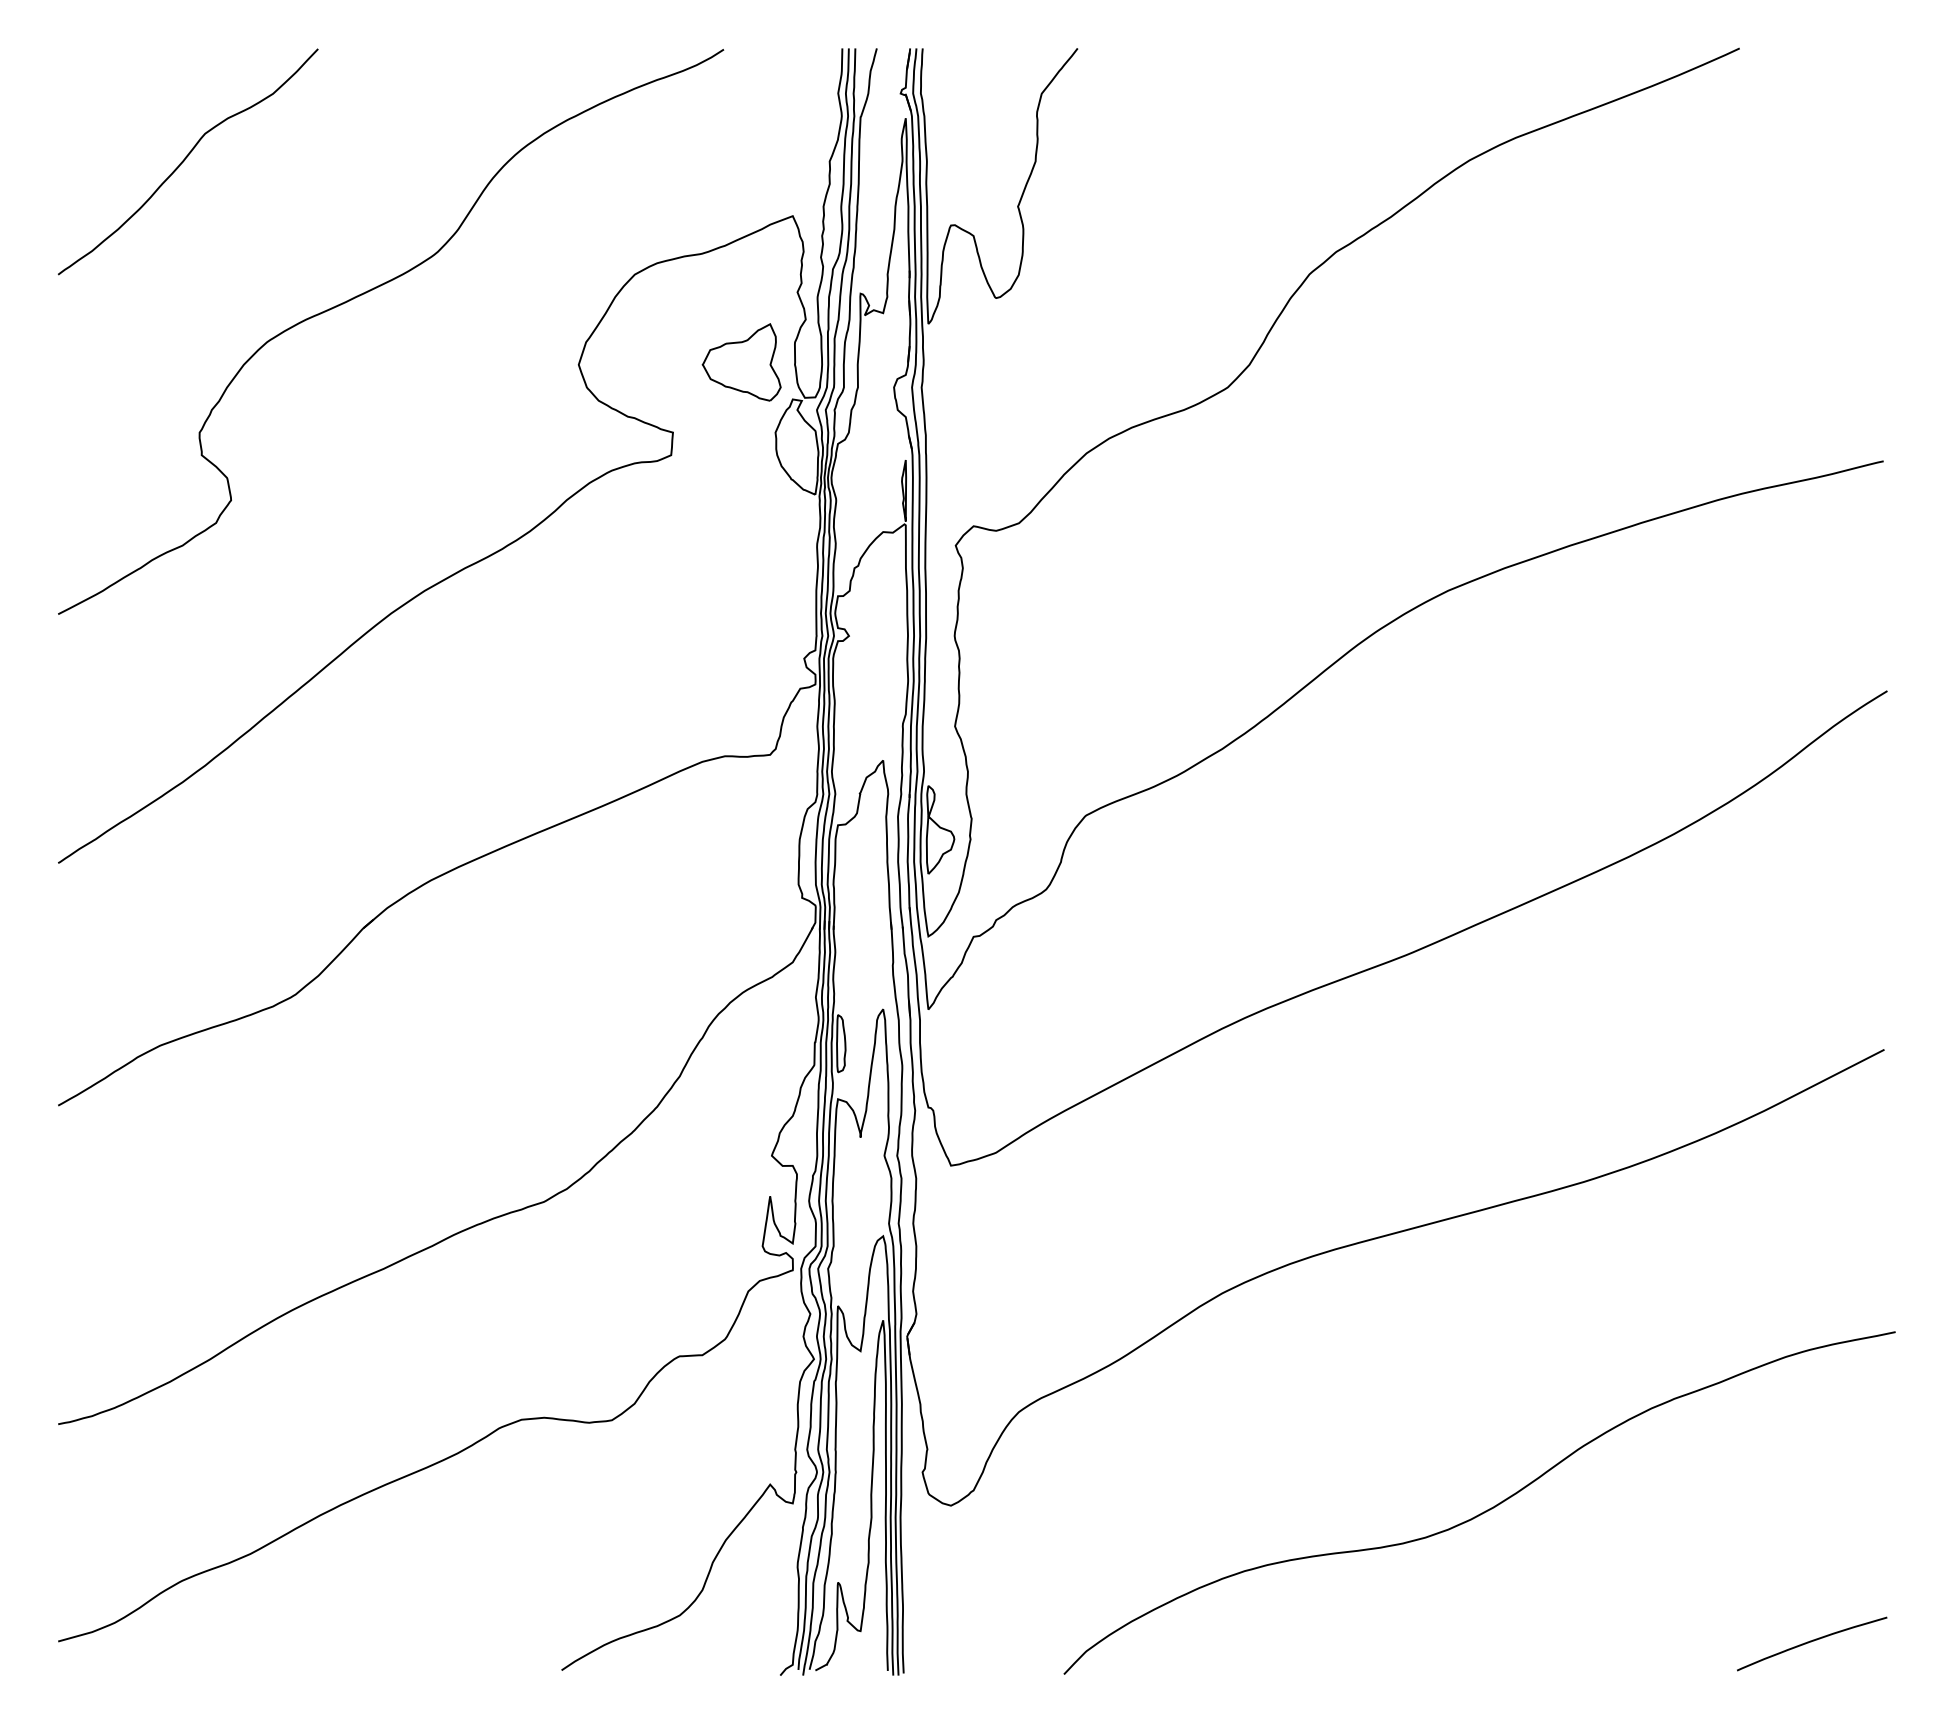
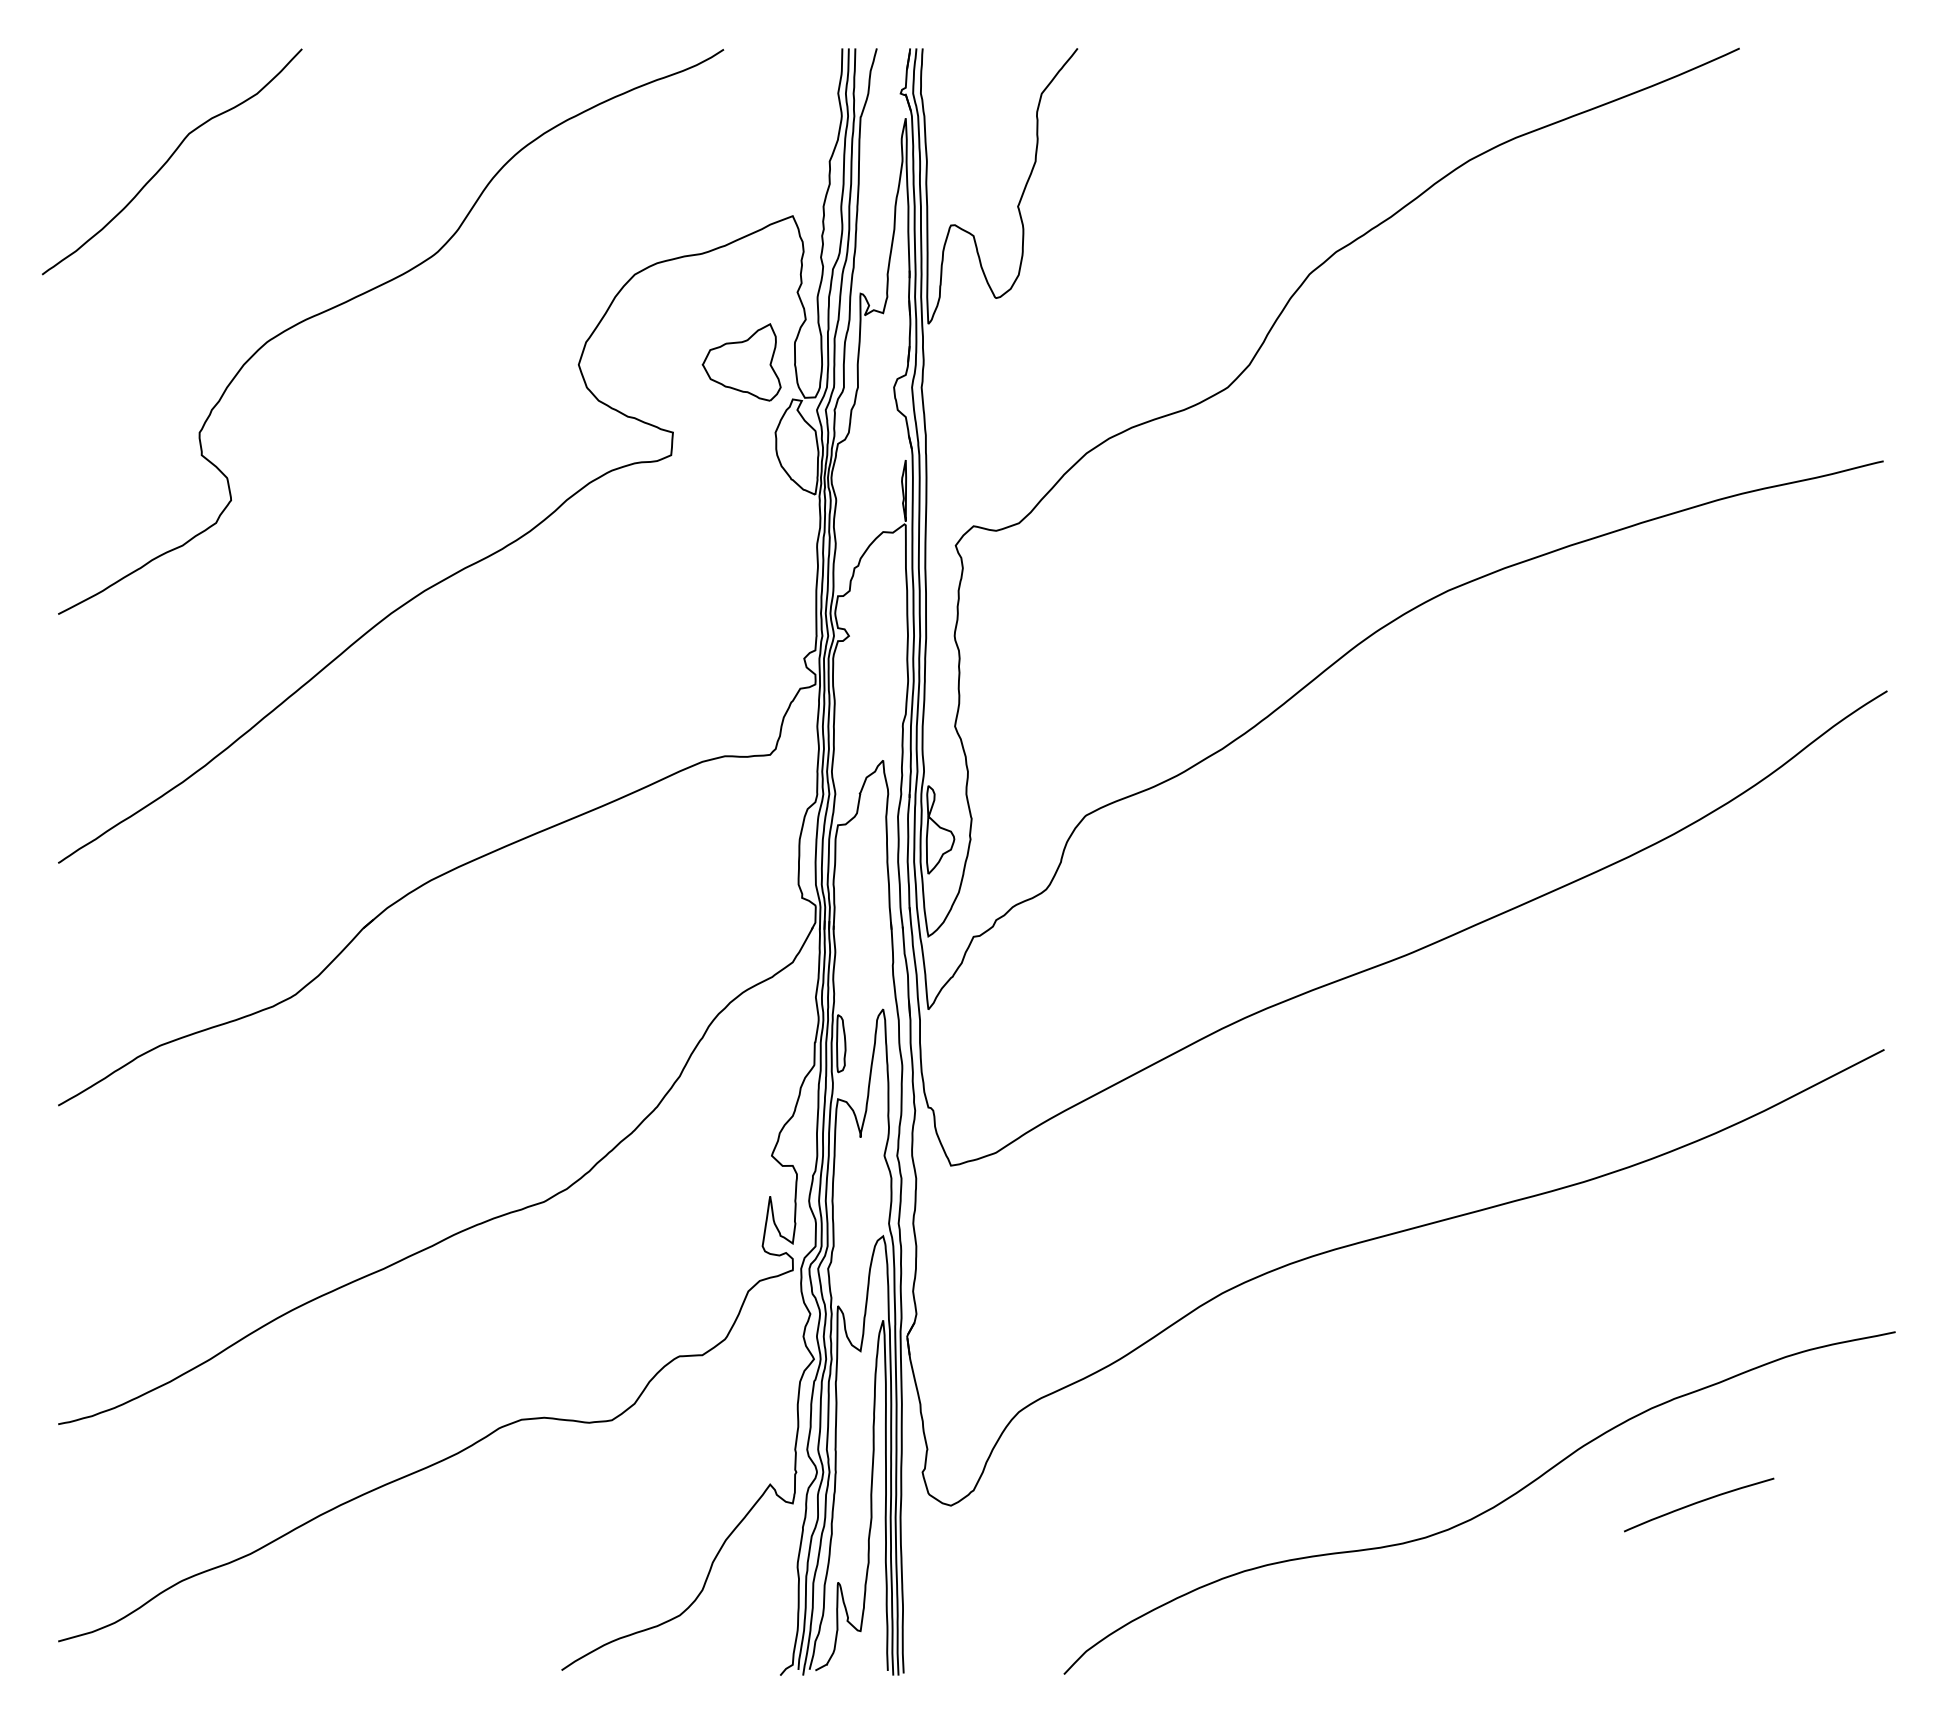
curve at (185, 160) position: (185, 160) -> (169, 160)
curve at (1811, 1642) position: (1811, 1642) -> (1698, 1503)
